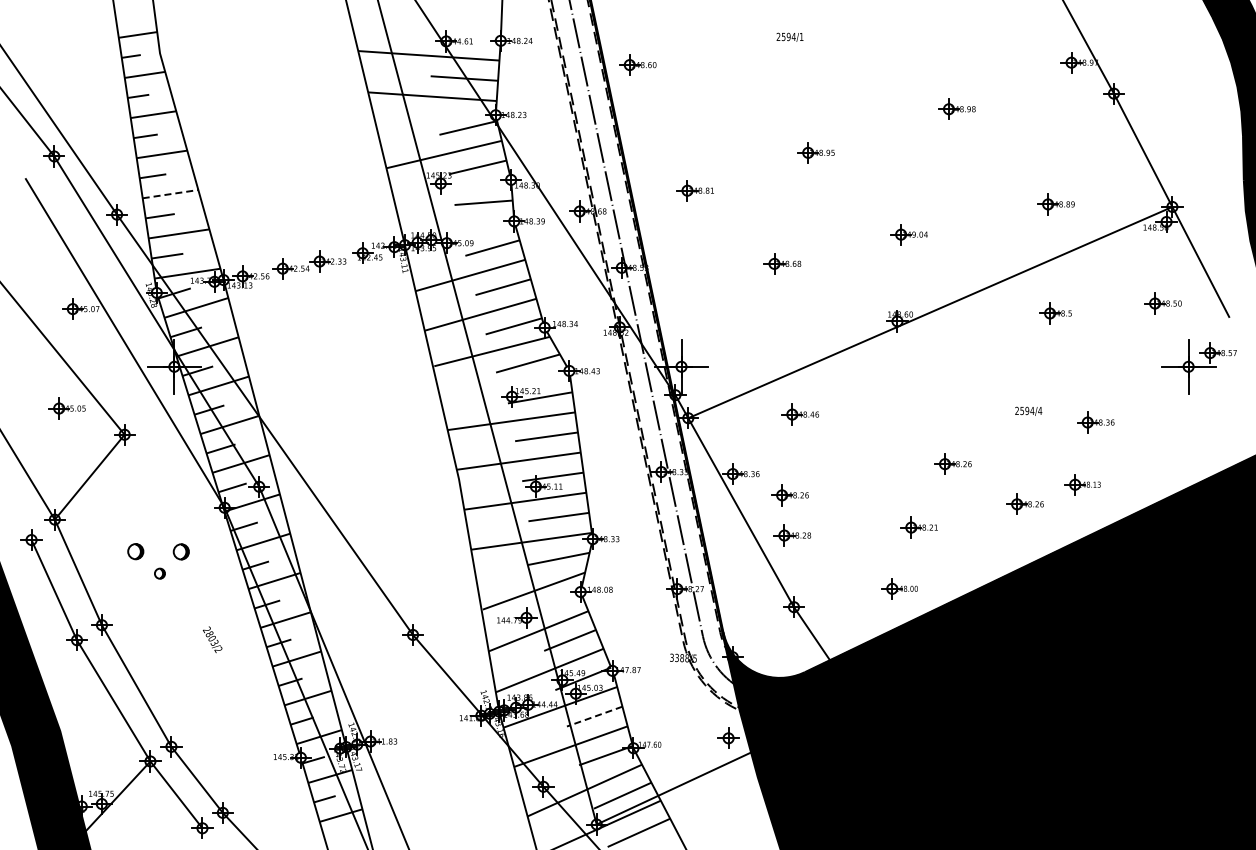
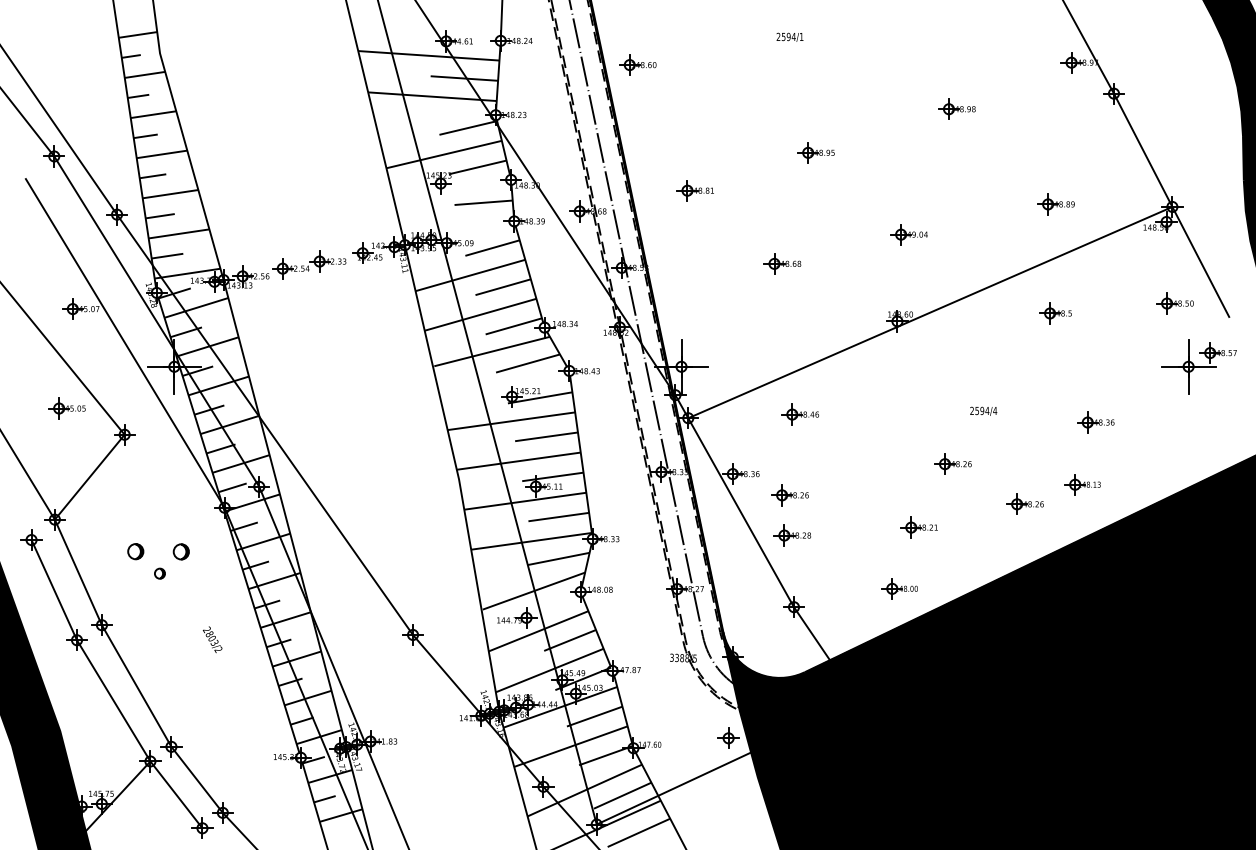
line at (171, 194): dashed -> solid
part at (1162, 303) position: (1162, 303) -> (1174, 303)
text at (1028, 410) position: (1028, 410) -> (983, 410)
line at (594, 716): dashed -> solid
